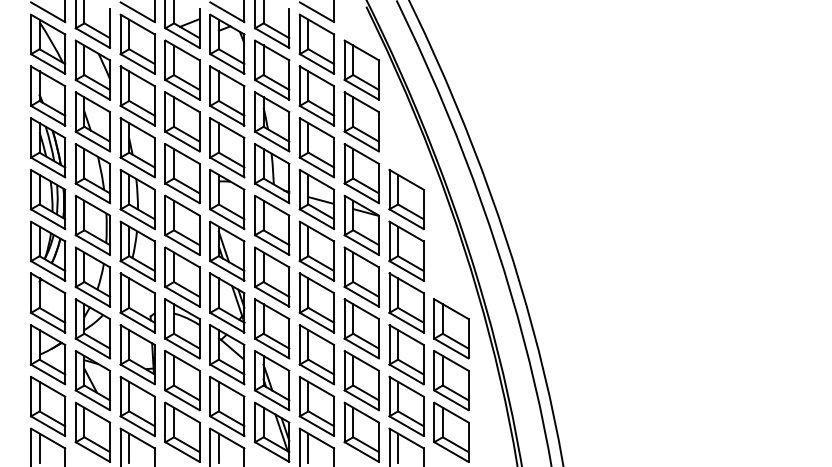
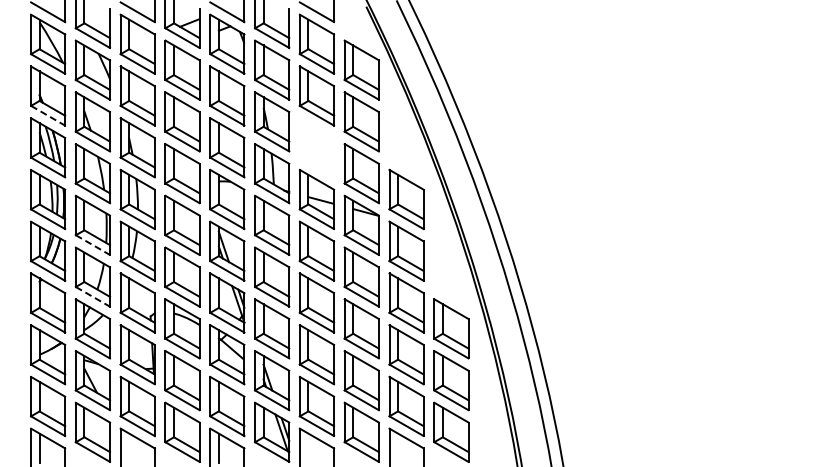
line at (48, 115): solid -> dashed
part at (316, 147): present -> none
line at (92, 245): solid -> dashed
line at (92, 296): solid -> dashed
line at (129, 448): present -> none
line at (308, 448): present -> none
line at (398, 448): present -> none
